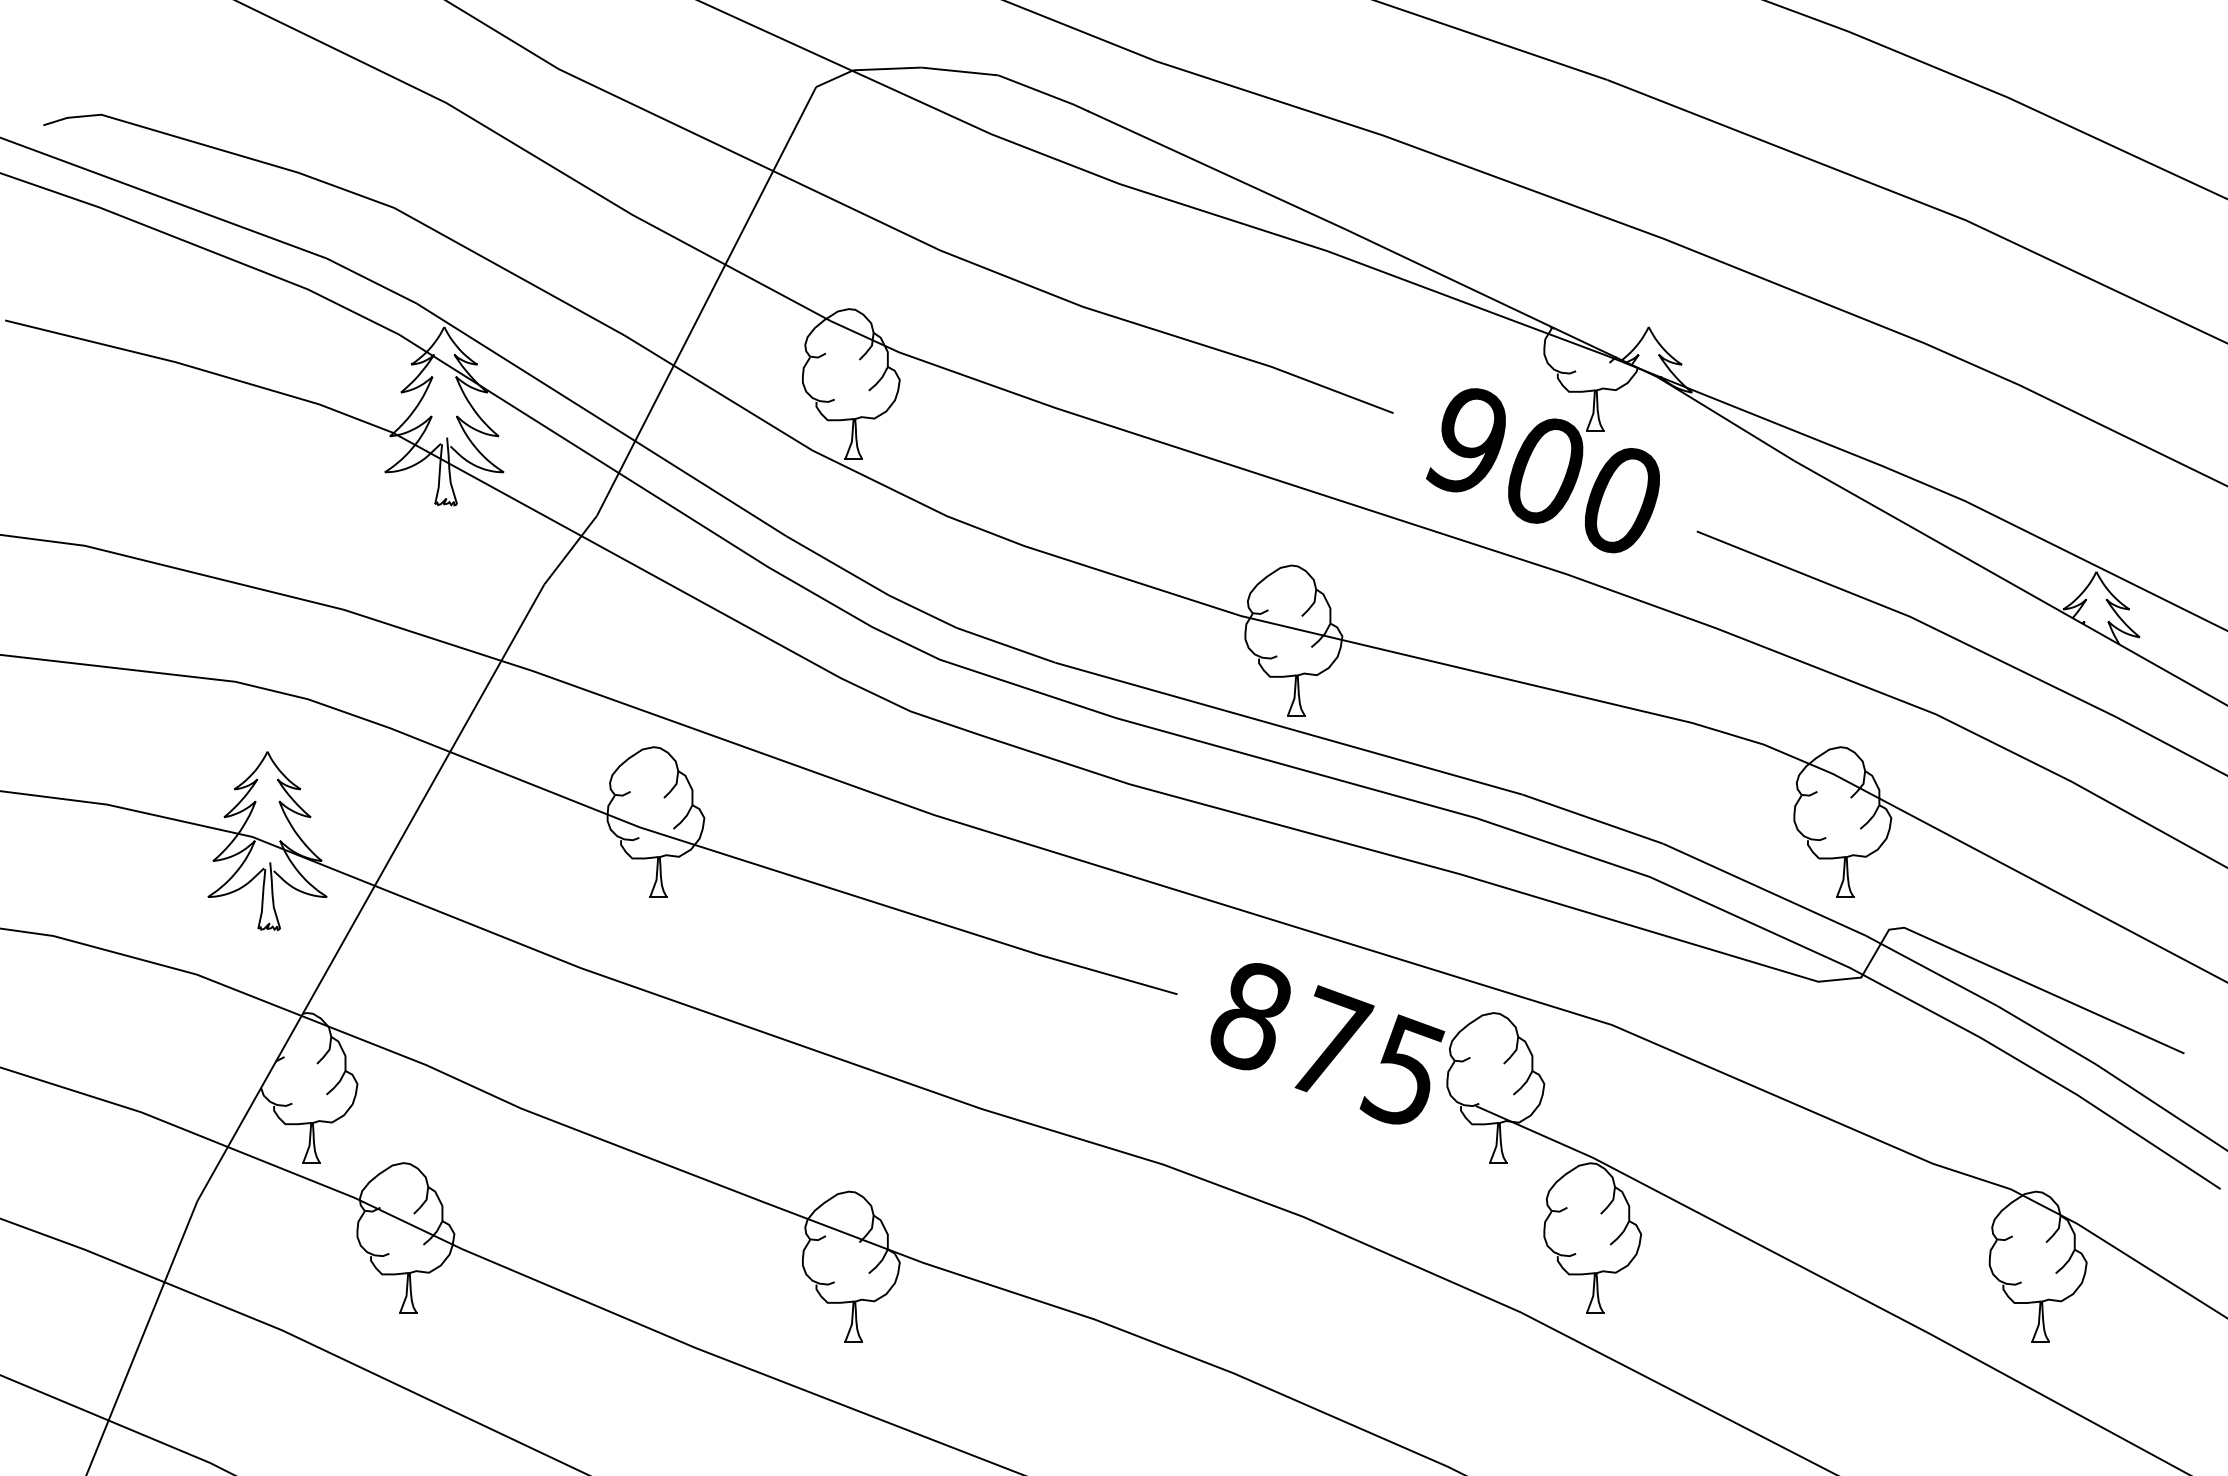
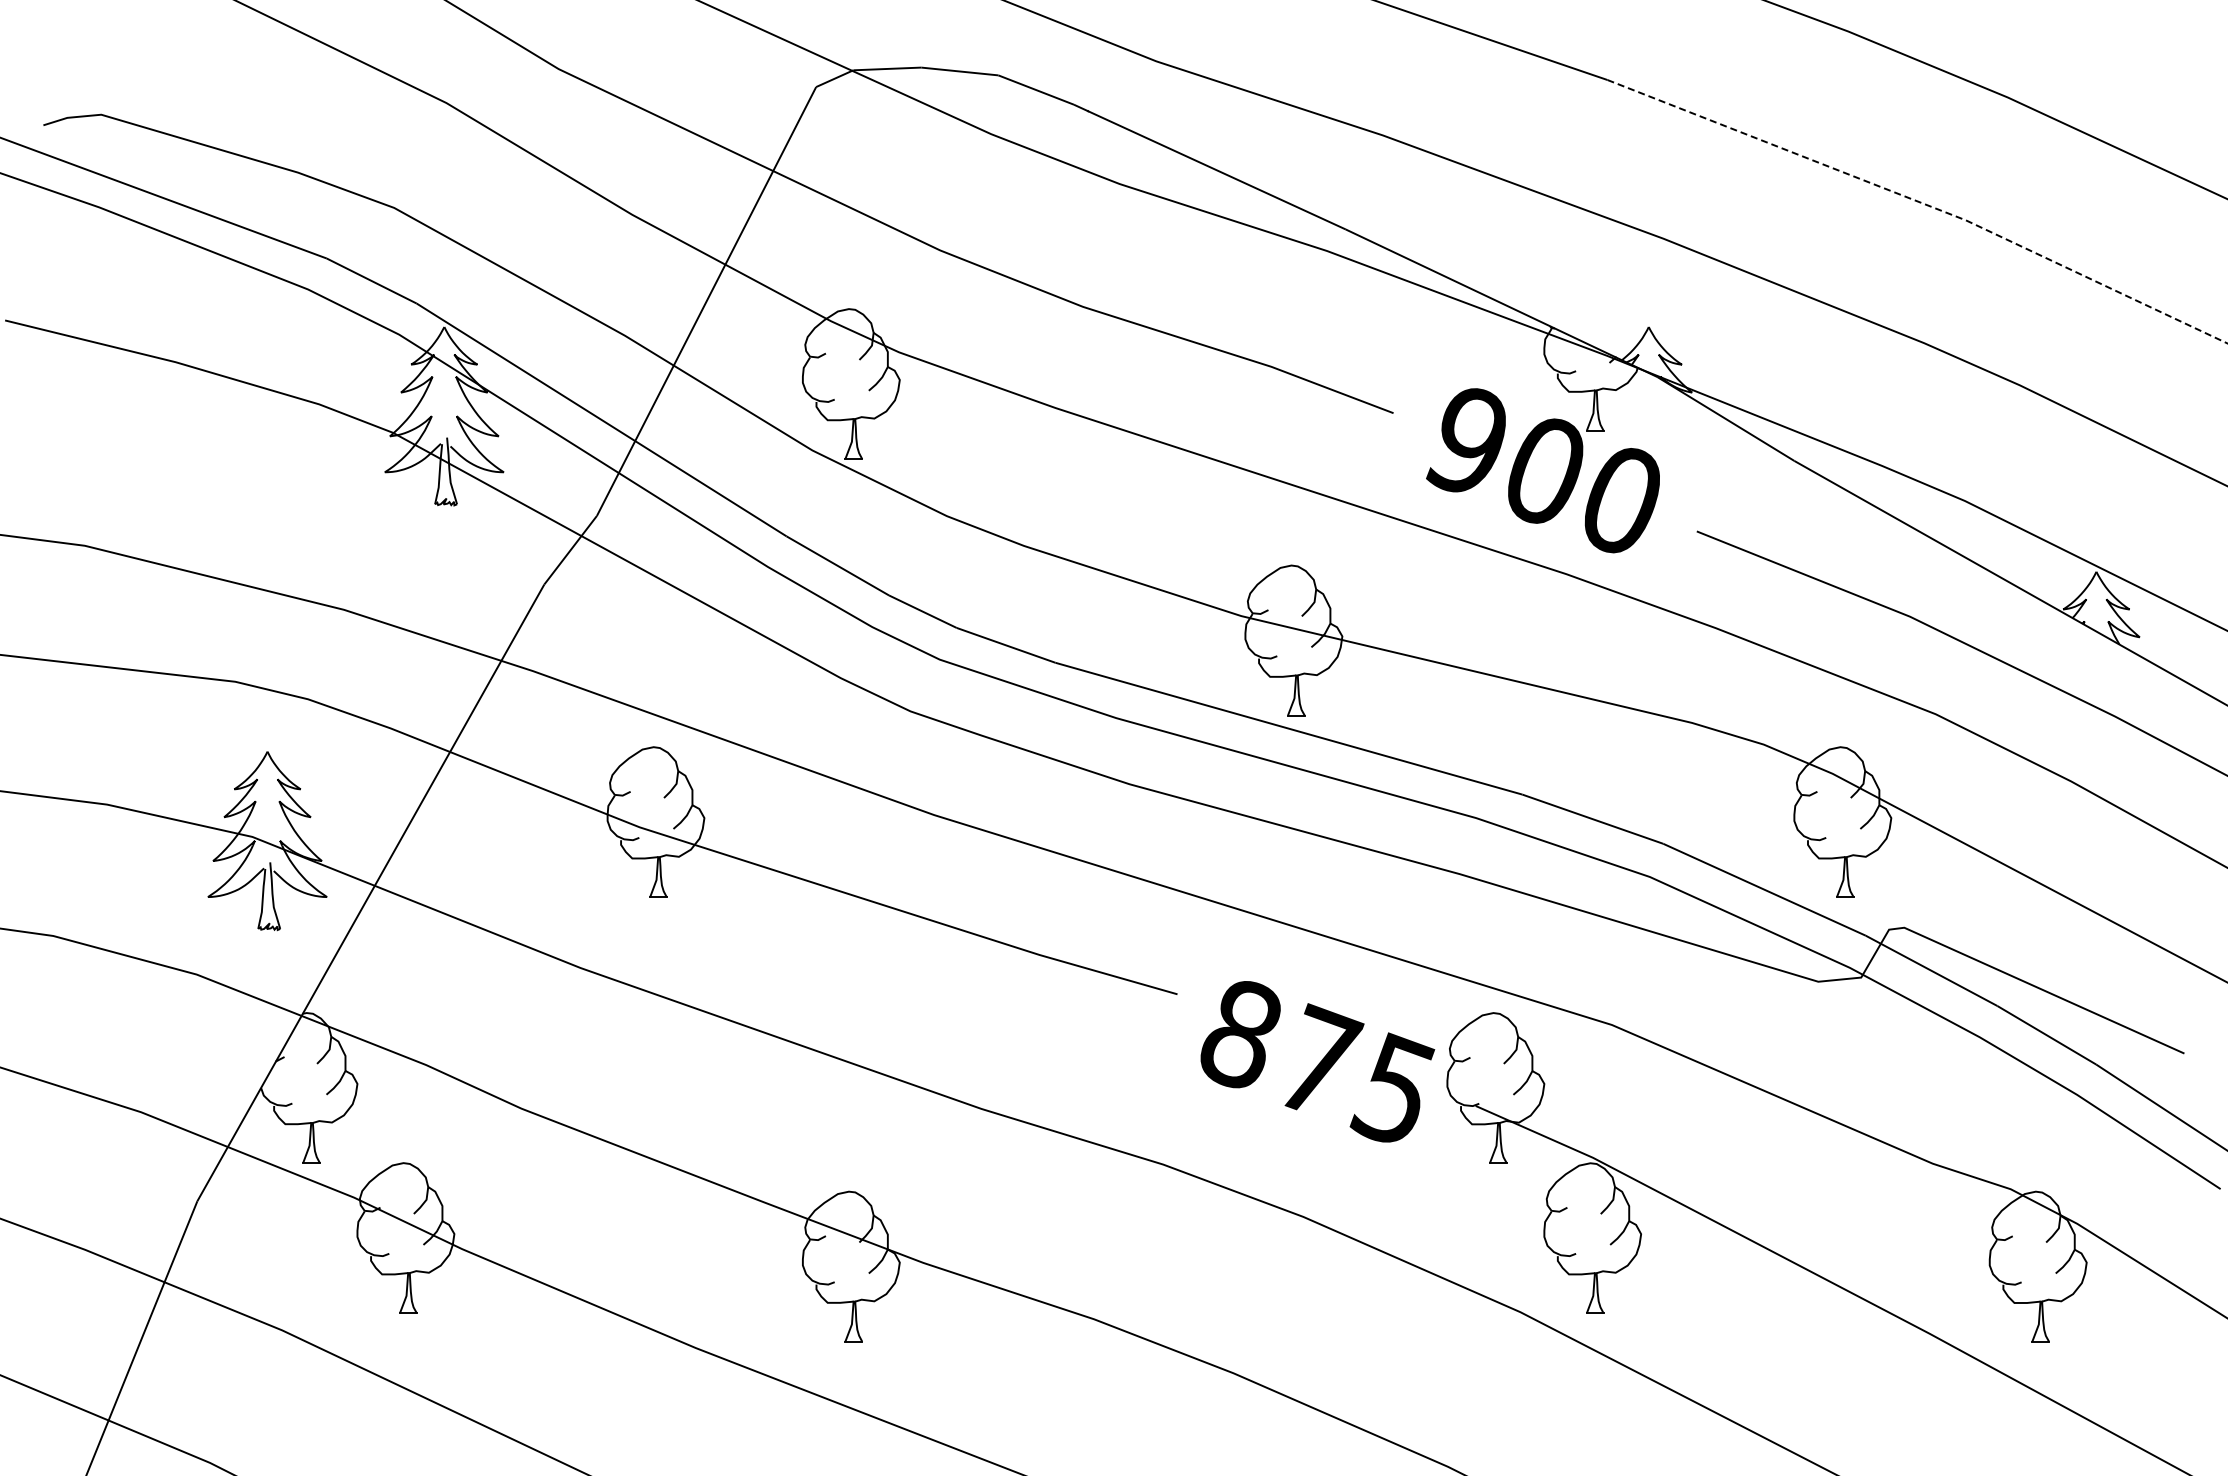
line at (1922, 203): solid -> dashed
text at (1327, 1043) position: (1327, 1043) -> (1317, 1061)
